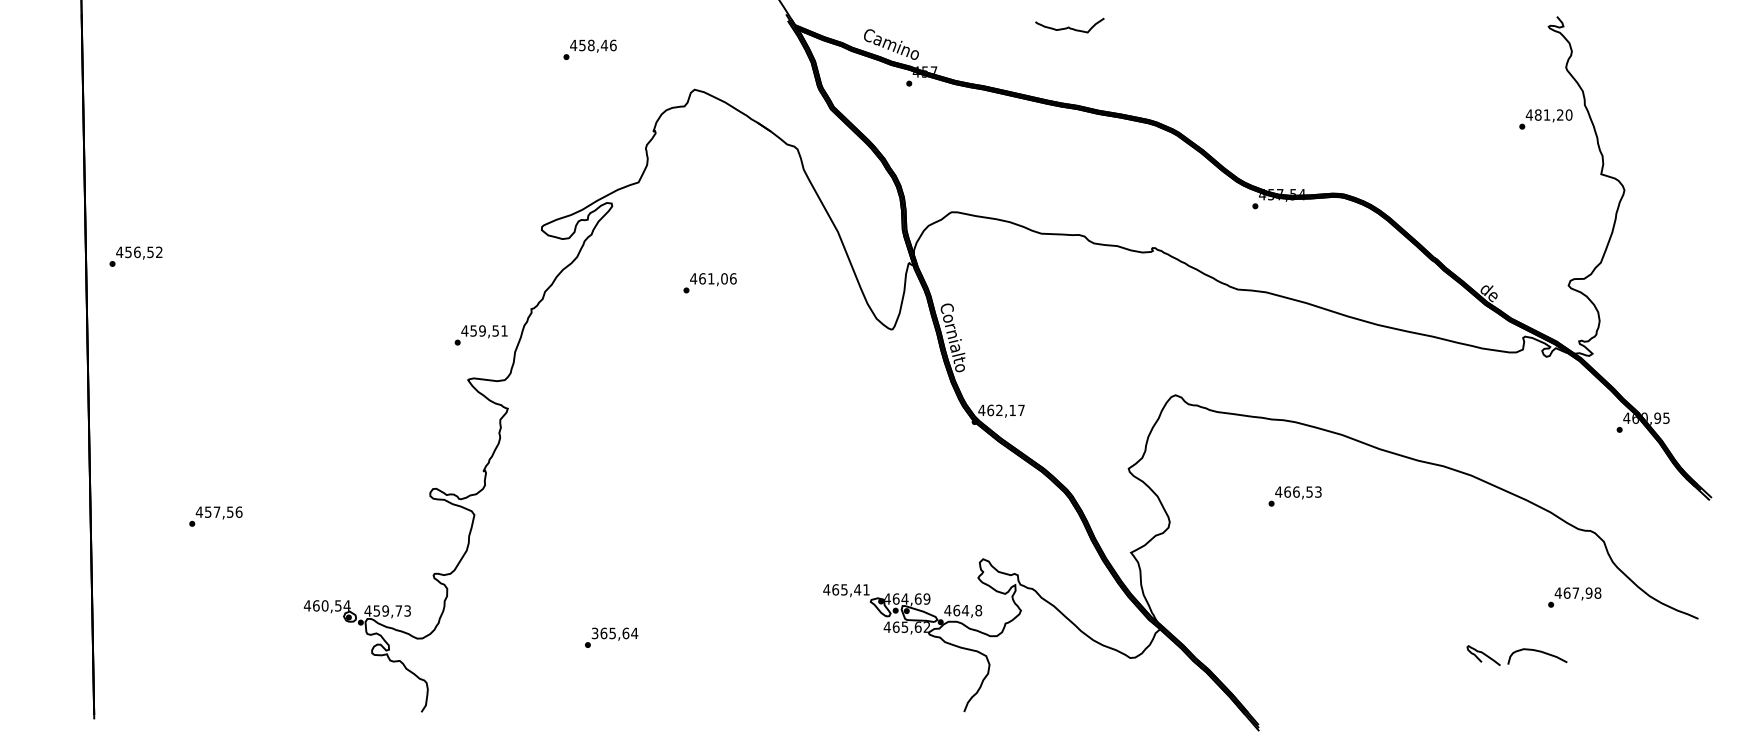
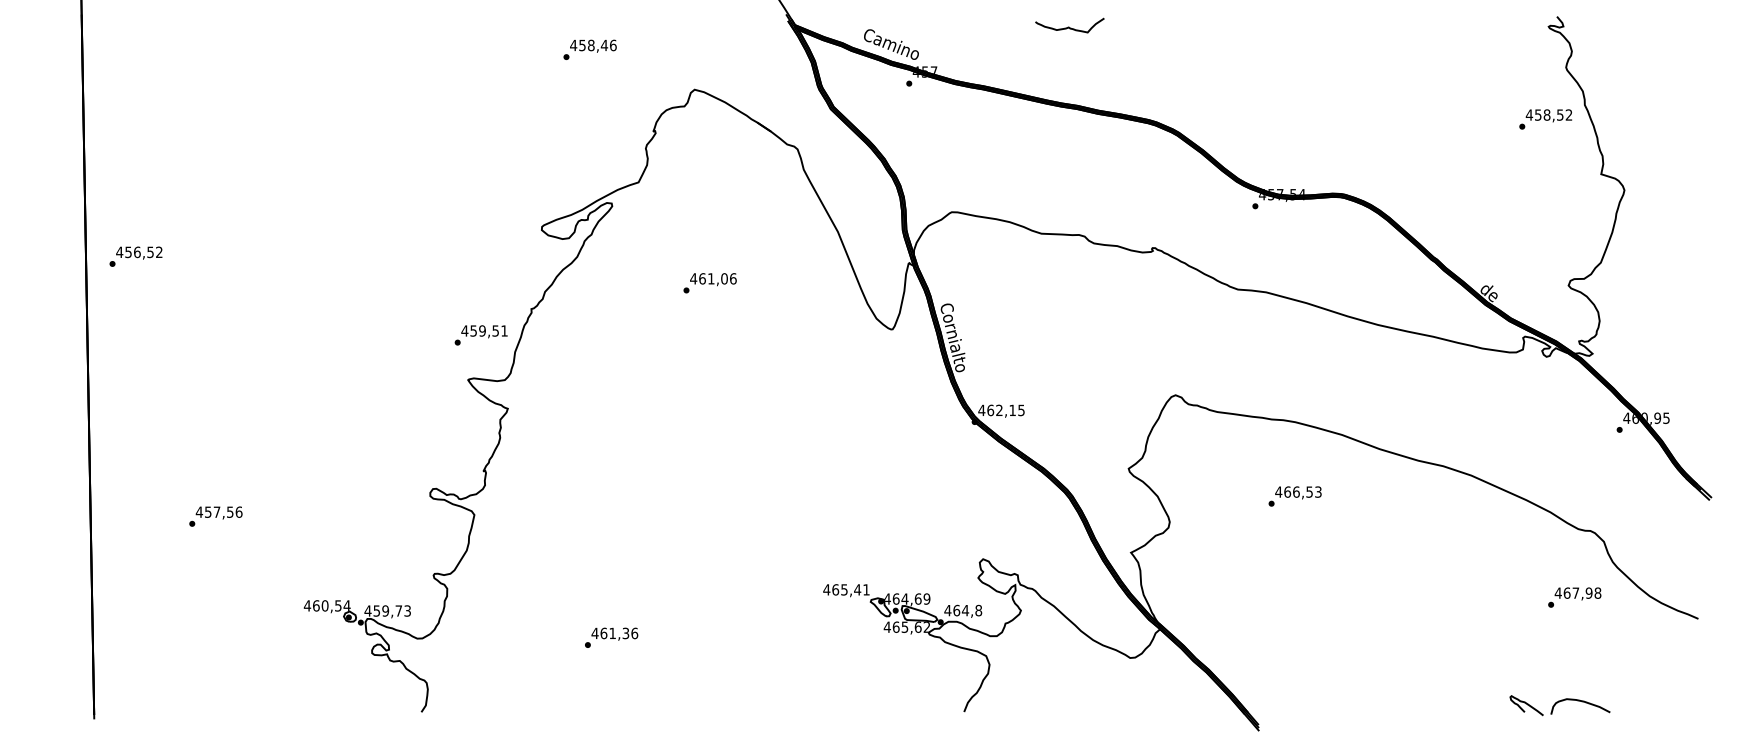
text at (1553, 114): 481,20 -> 458,52
text at (1021, 410): 462,17 -> 462,15
text at (614, 633): 365,64 -> 461,36
part at (1516, 655) position: (1516, 655) -> (1559, 705)
